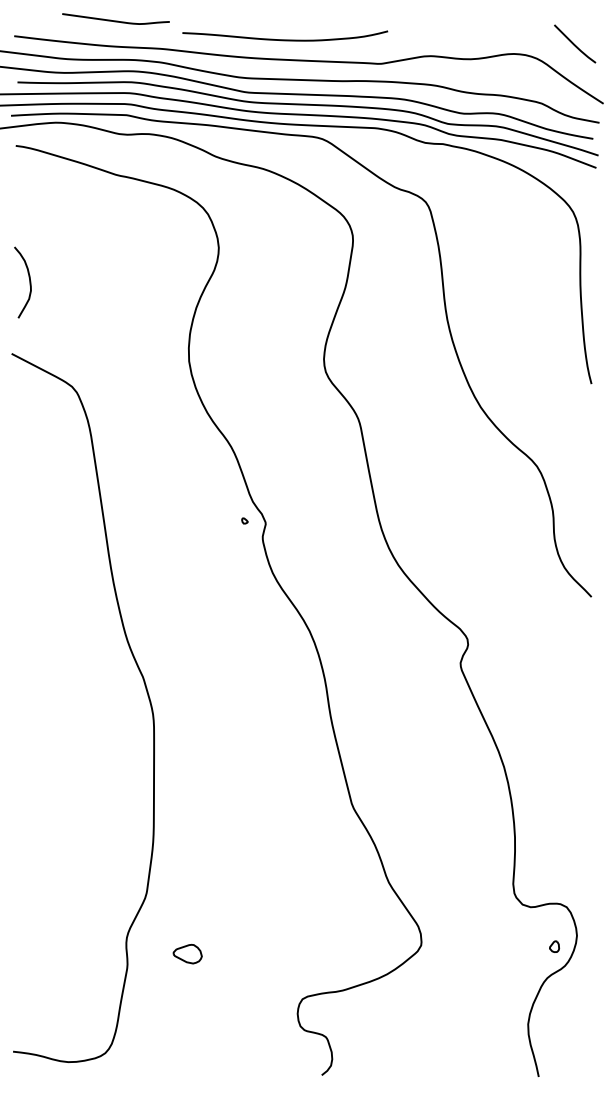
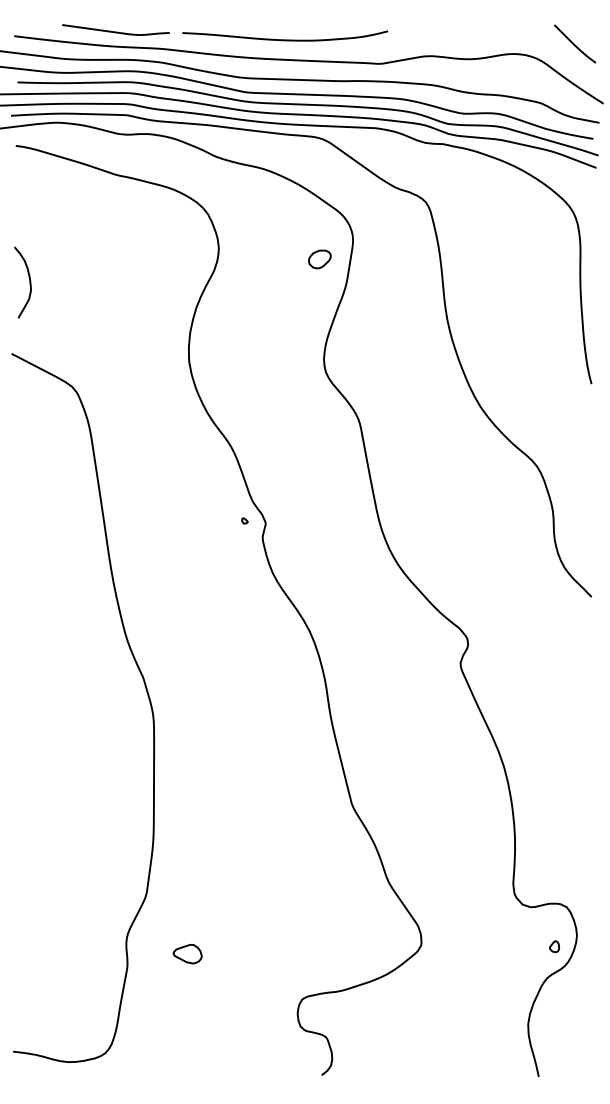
curve at (115, 20) position: (115, 20) -> (115, 31)
part at (319, 259): none -> present
